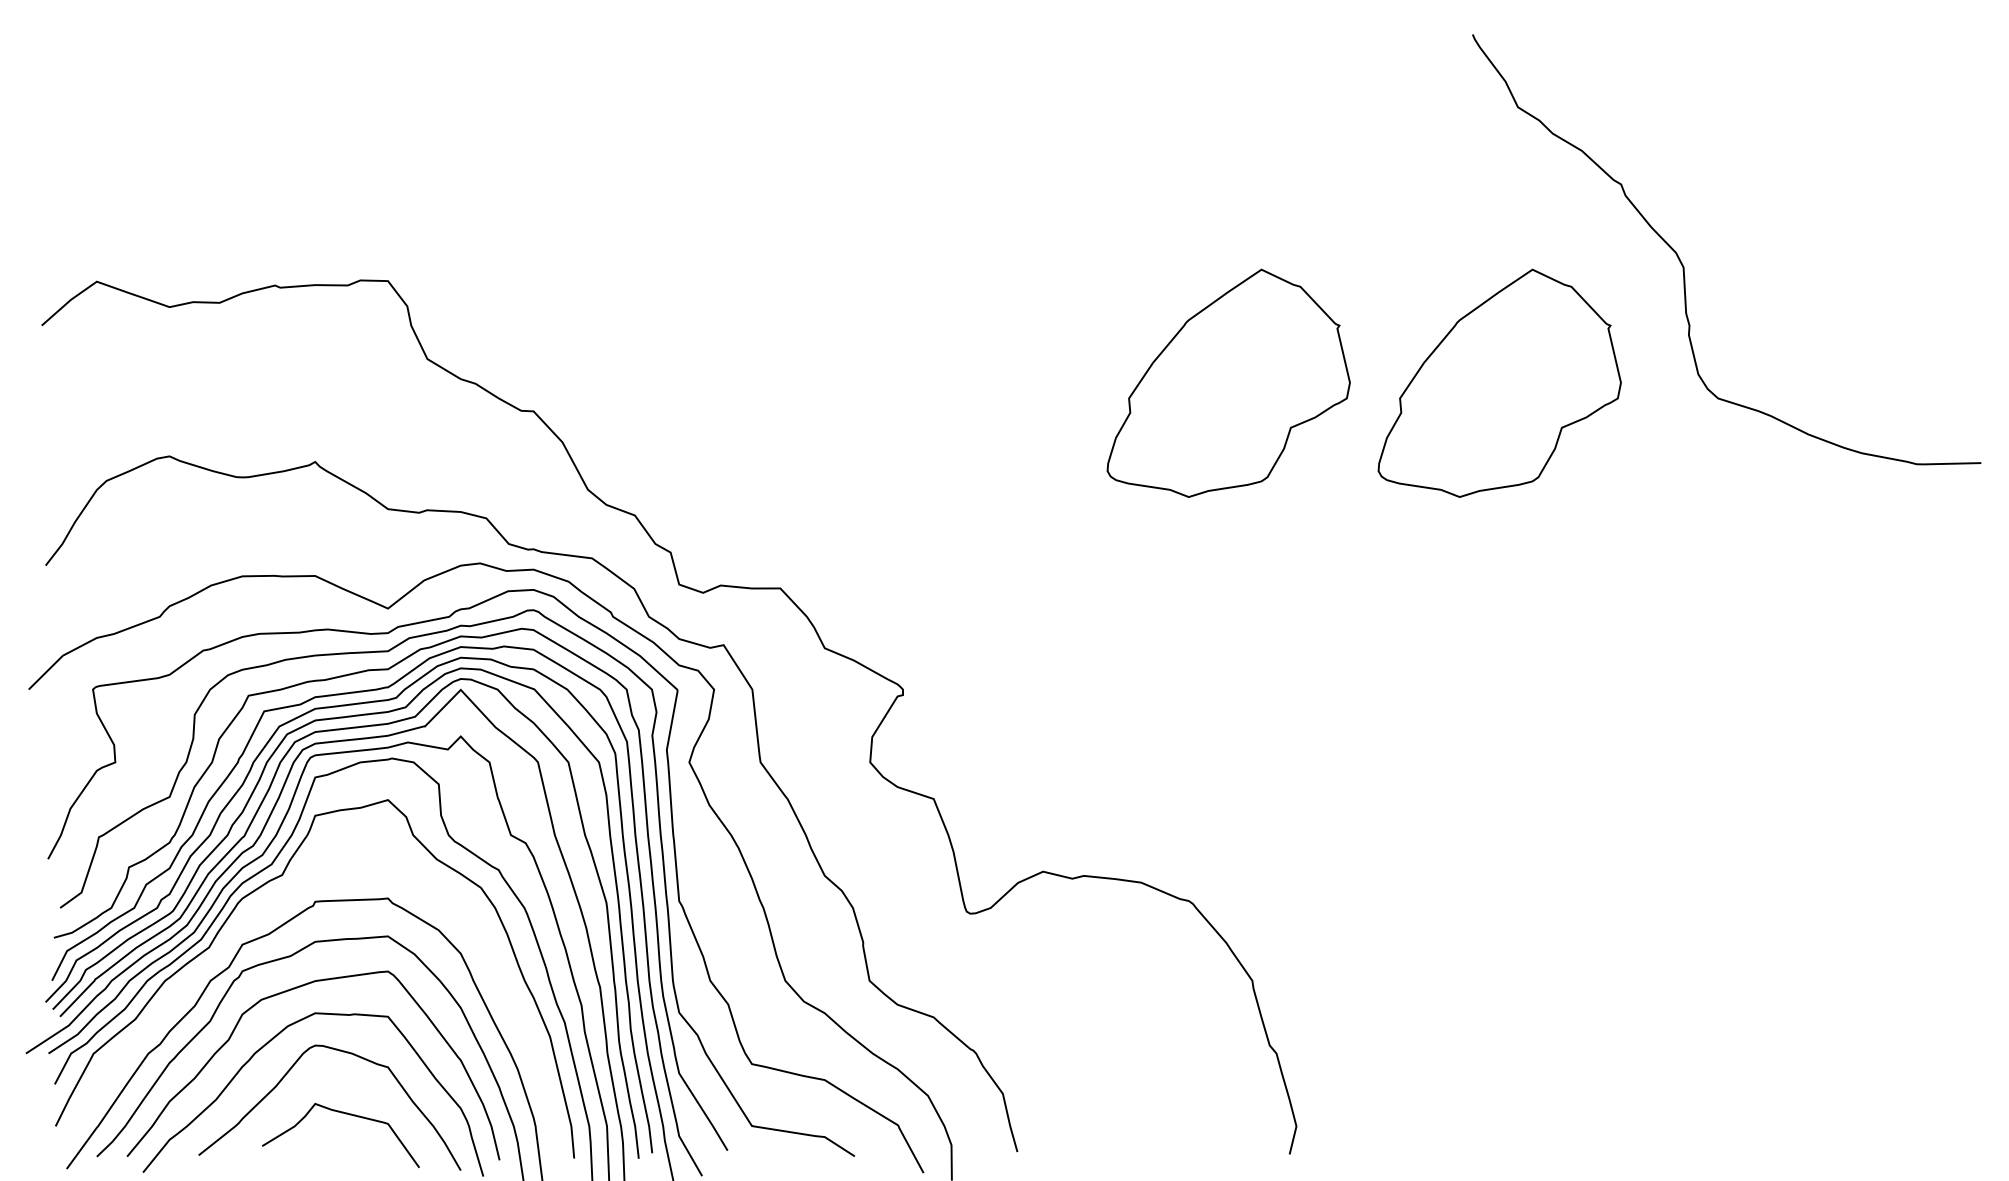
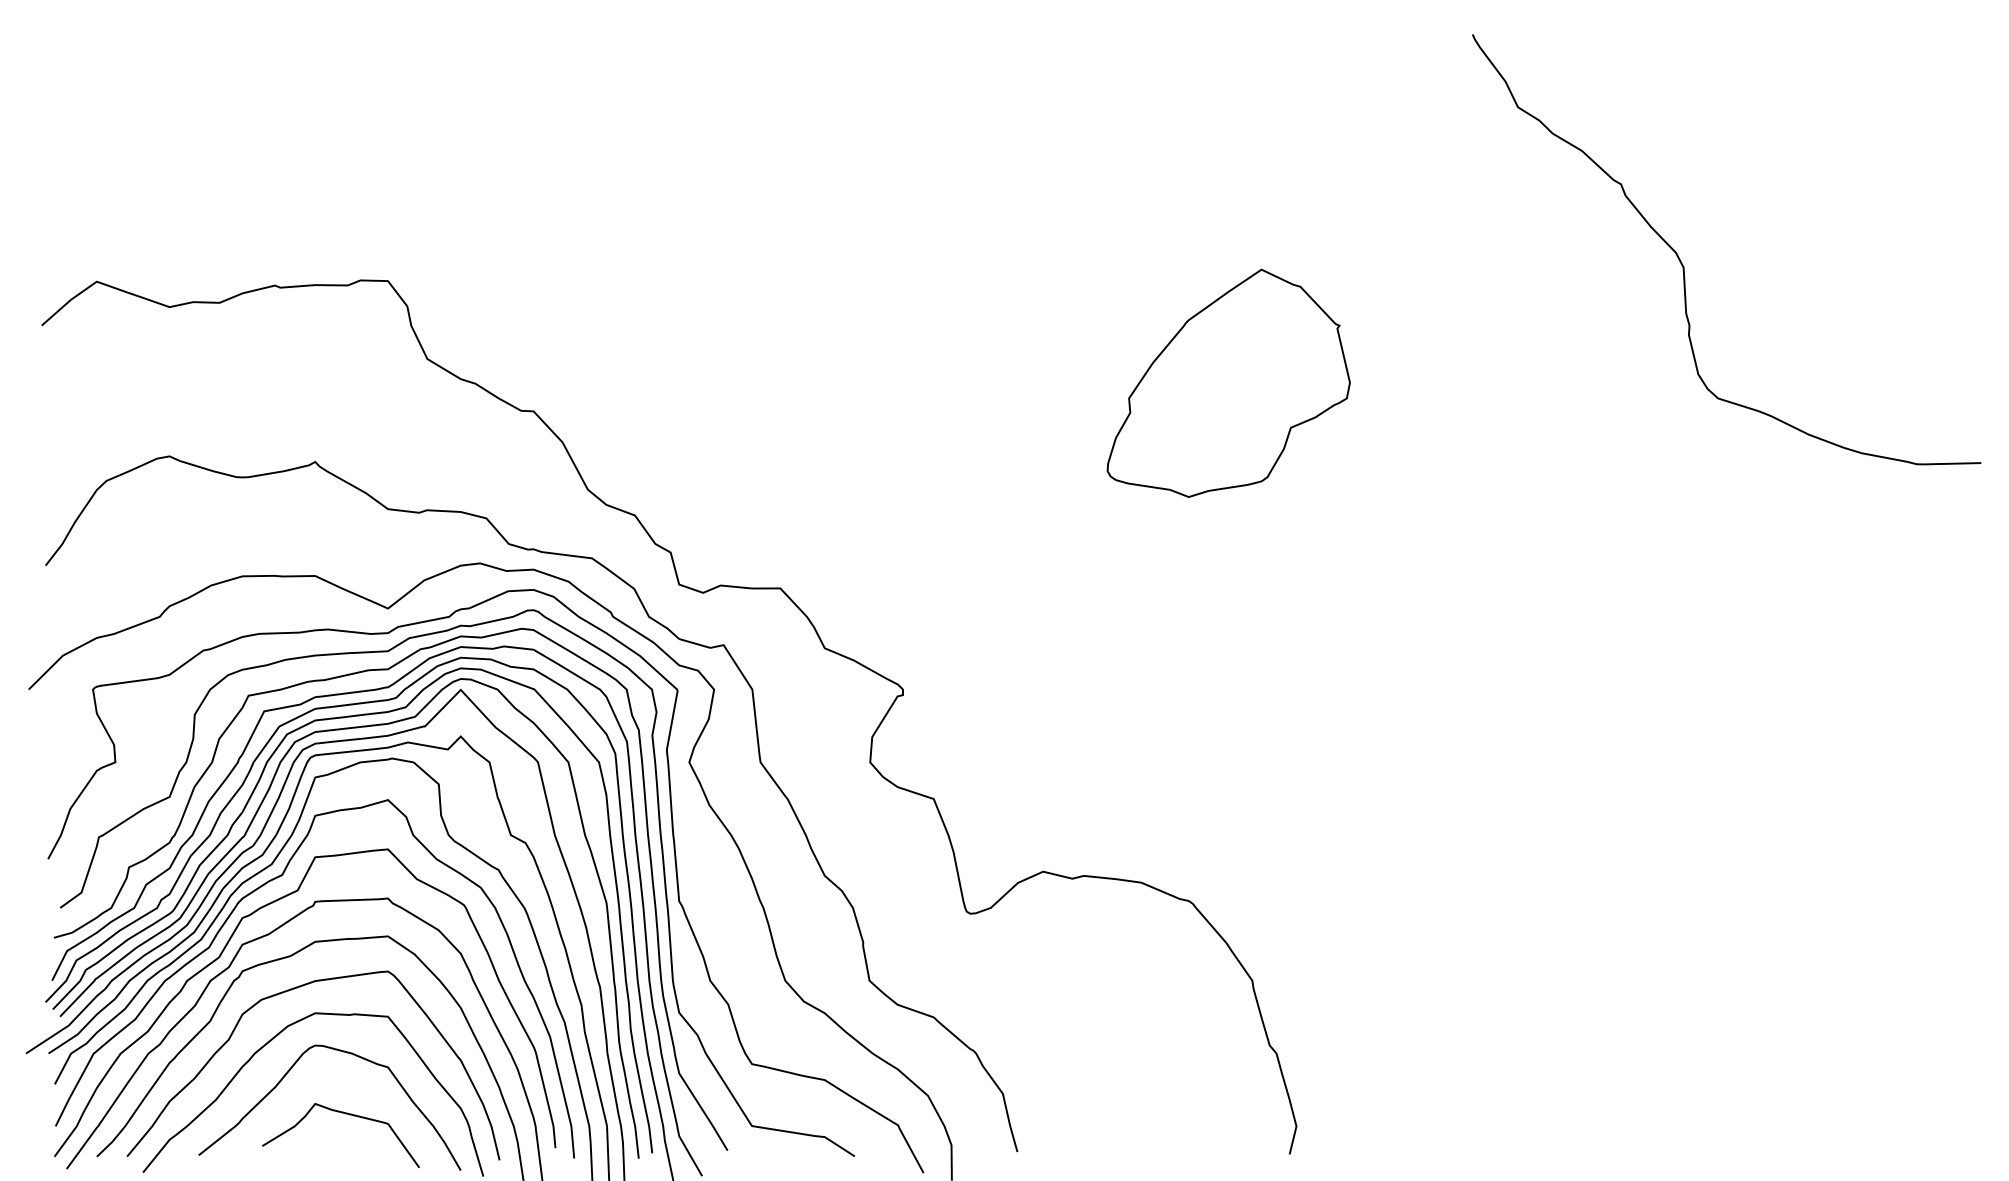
part at (1499, 382): present -> none
curve at (223, 952): none -> present
